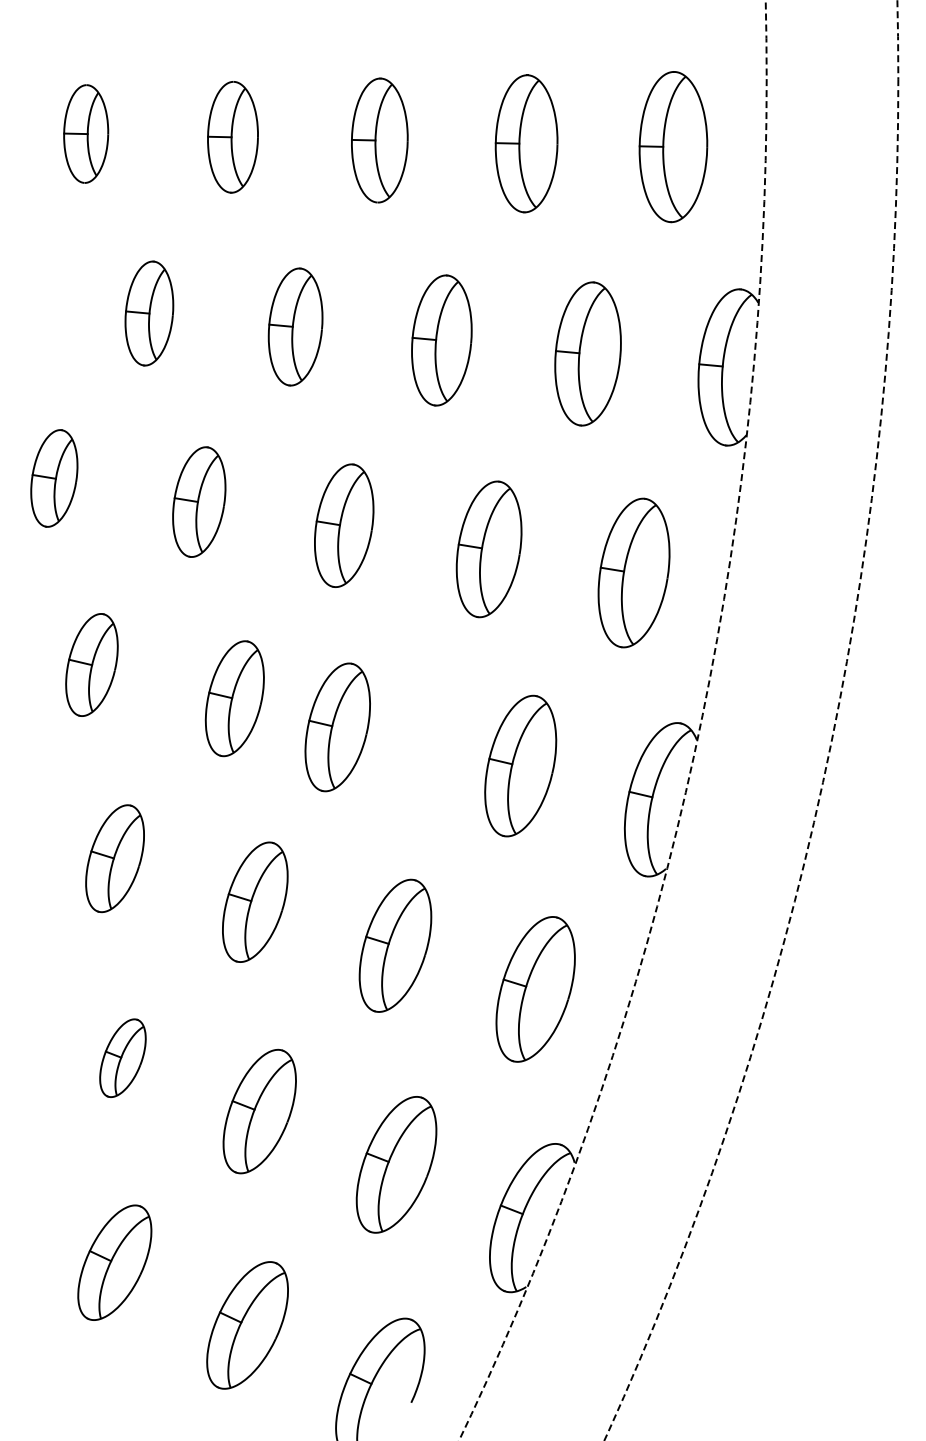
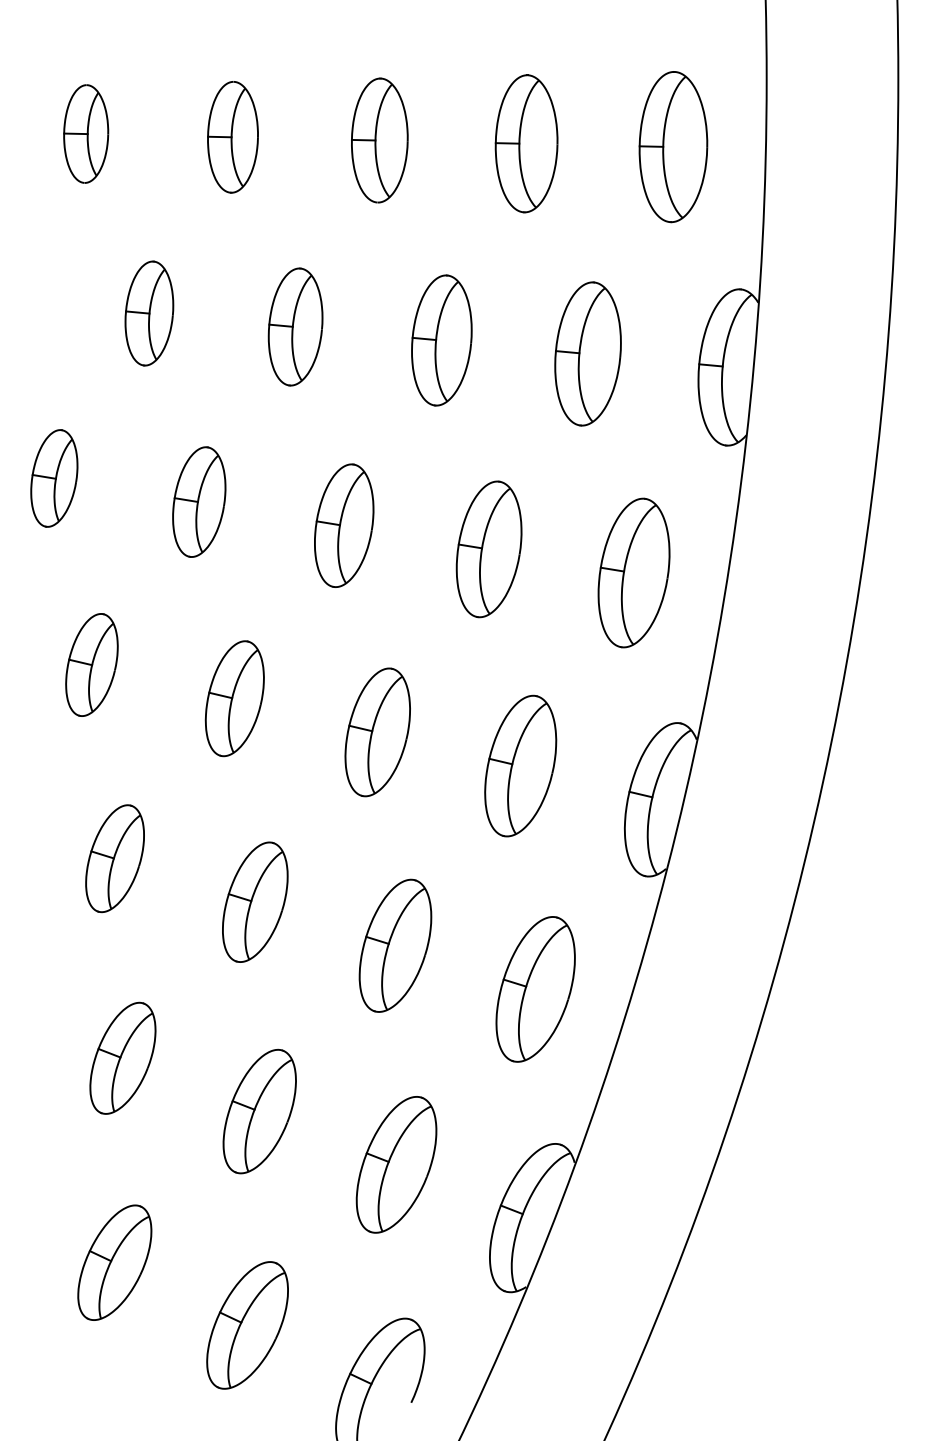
circle at (612, 720): dashed -> solid
circle at (751, 720): dashed -> solid
part at (337, 727) position: (337, 727) -> (377, 732)
part at (122, 1057) size: 48x80 px -> 68x114 px
